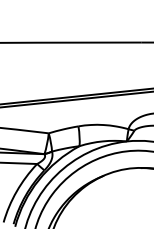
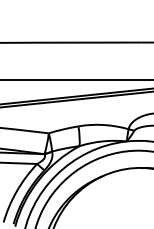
line at (76, 79): none -> present
